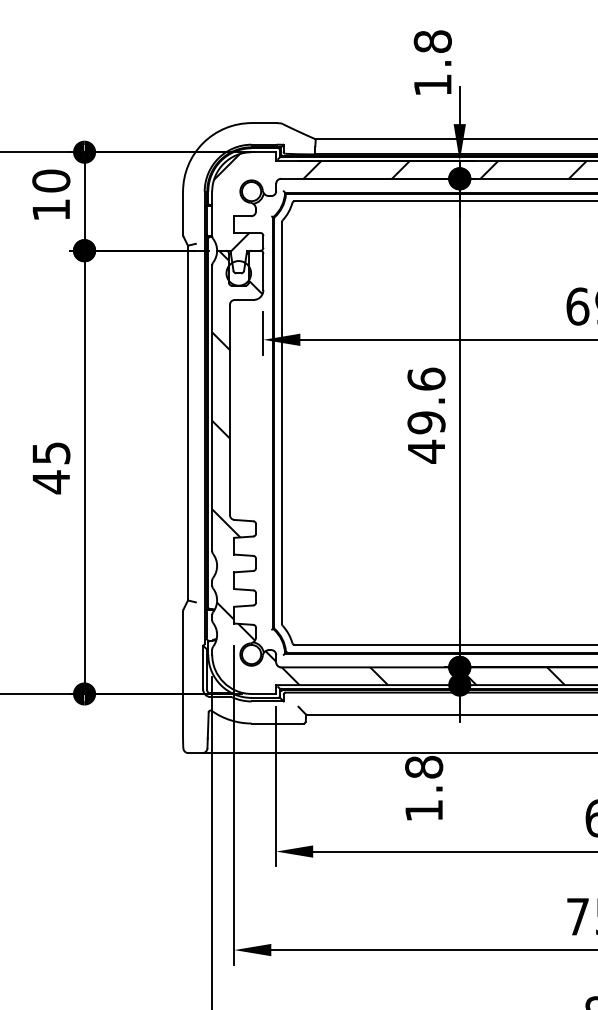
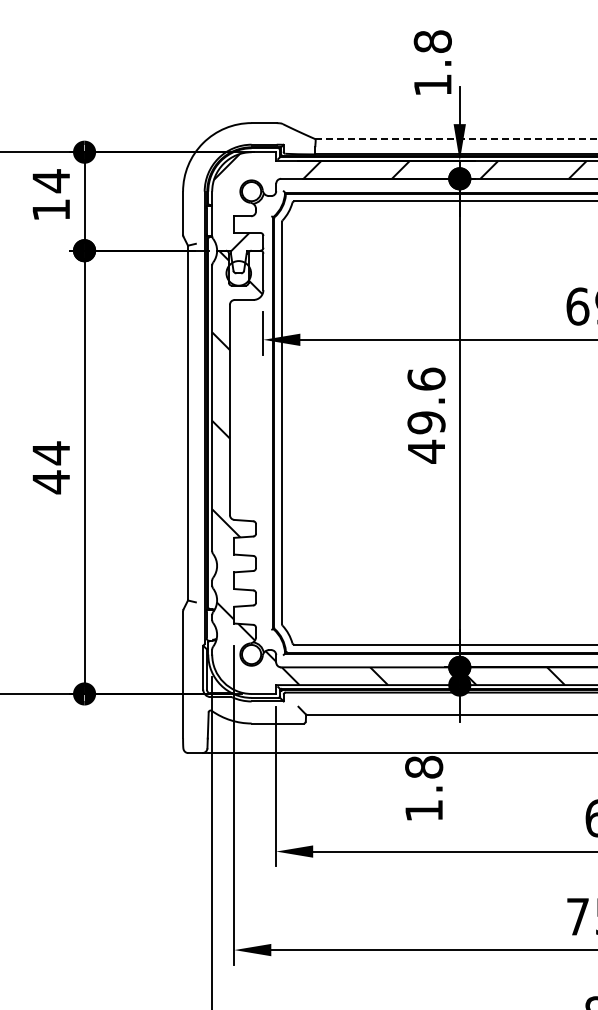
line at (456, 139): solid -> dashed
text at (51, 181): 10 -> 14
text at (51, 453): 45 -> 44
